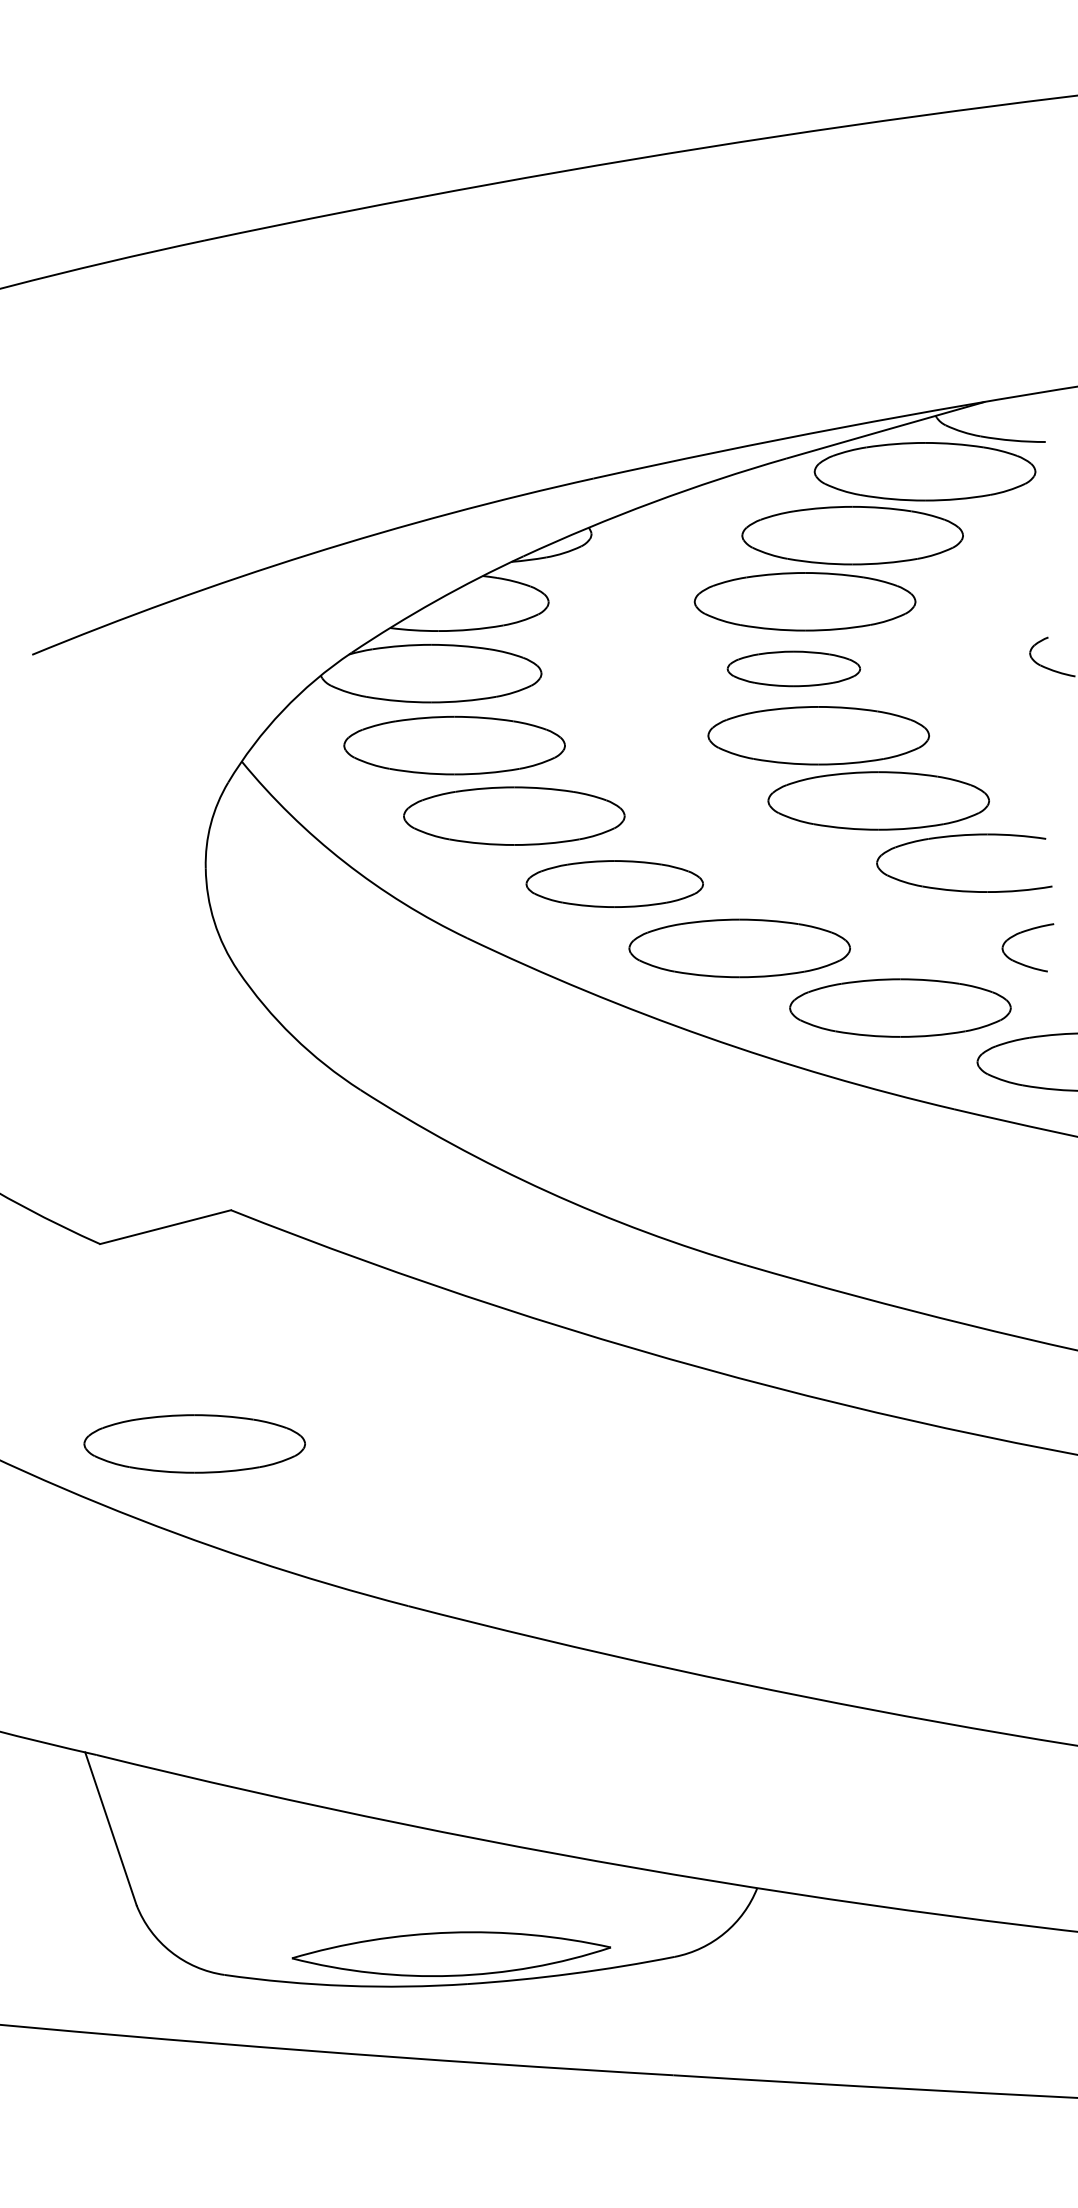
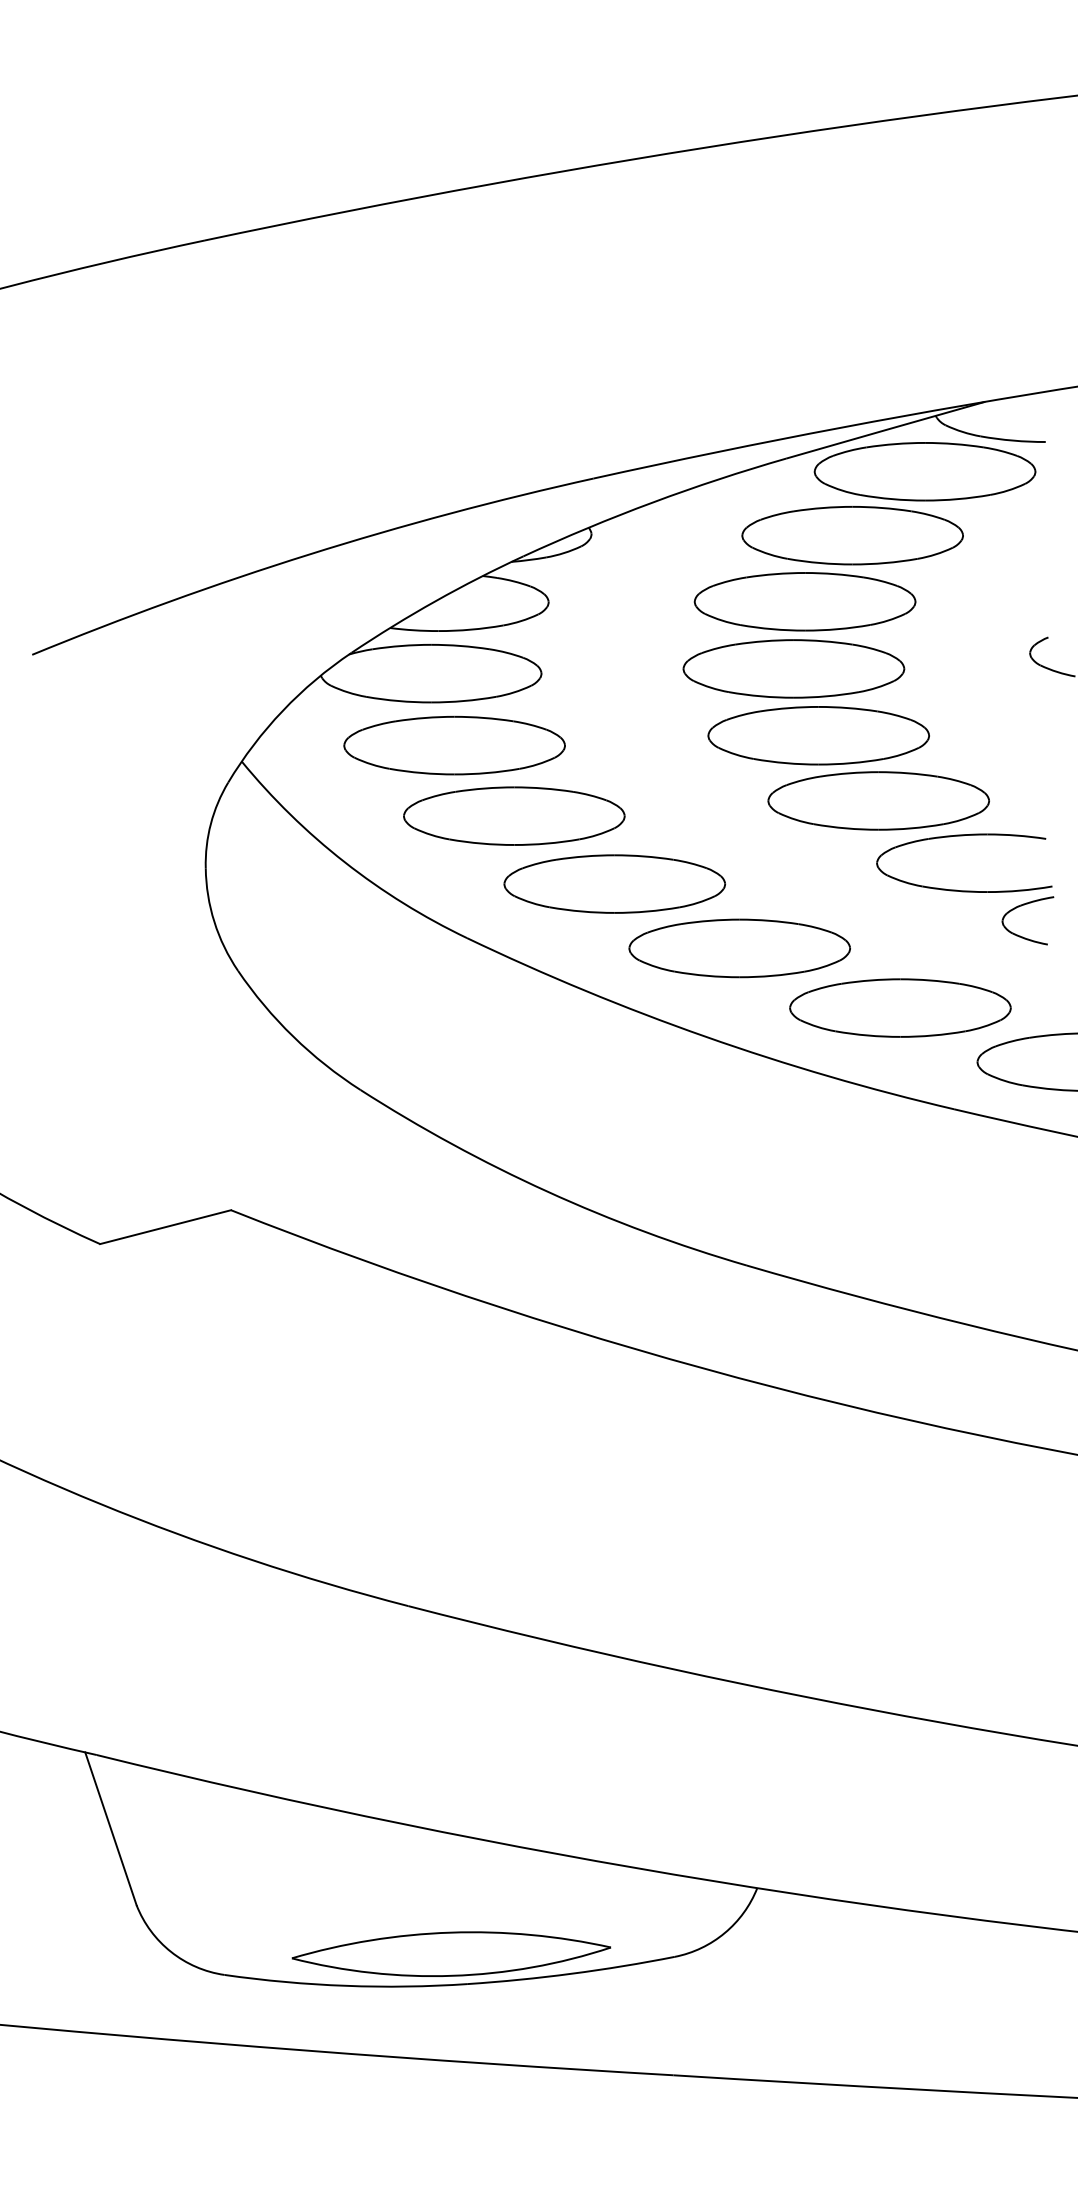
part at (793, 668) size: 135x38 px -> 224x60 px
part at (614, 883) size: 179x48 px -> 224x60 px
part at (1021, 933) position: (1021, 933) -> (1021, 906)
part at (194, 1443): present -> none
